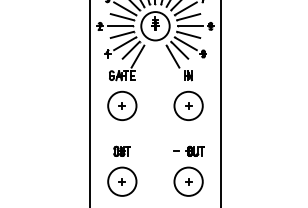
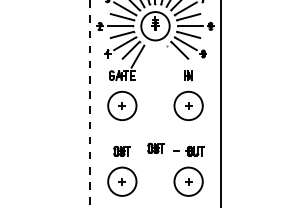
line at (172, 56): present -> none
line at (89, 104): solid -> dashed
part at (155, 147): none -> present
